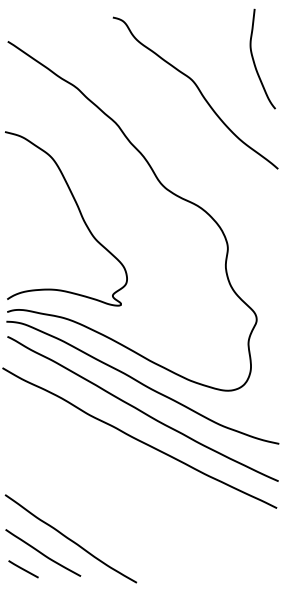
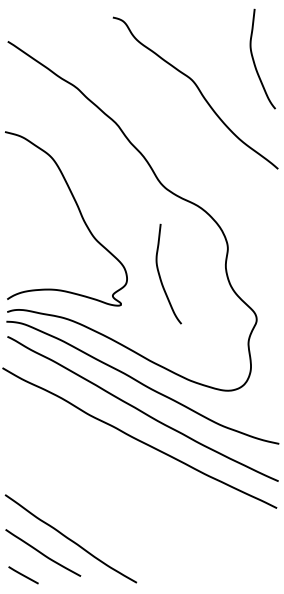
curve at (160, 274): none -> present
line at (23, 569) position: (23, 569) -> (23, 575)
